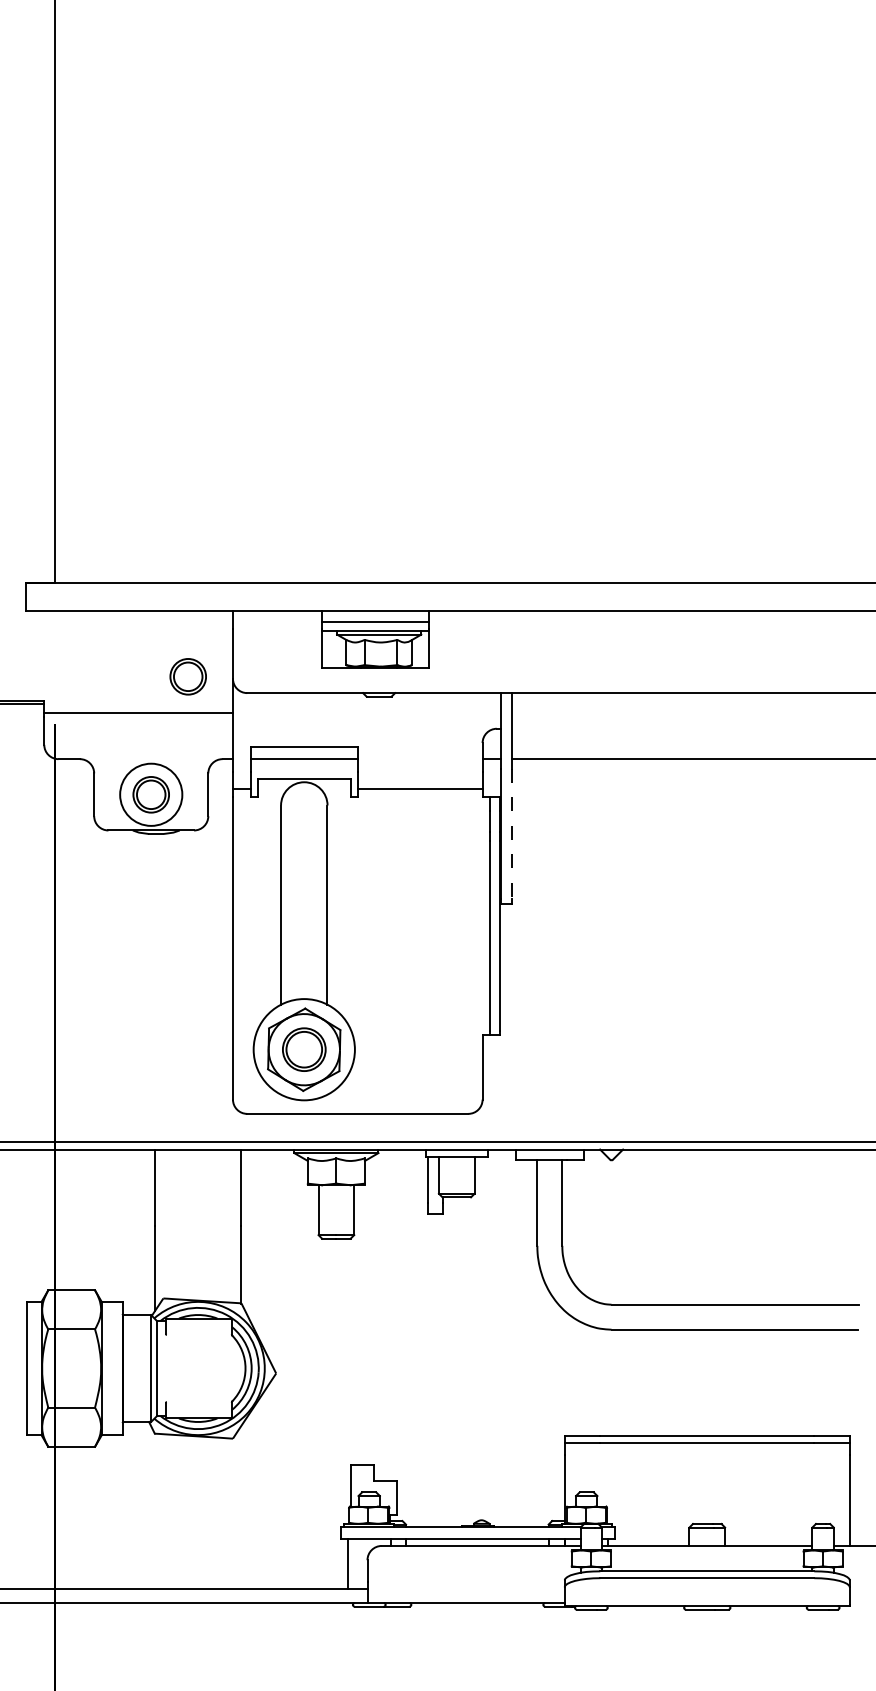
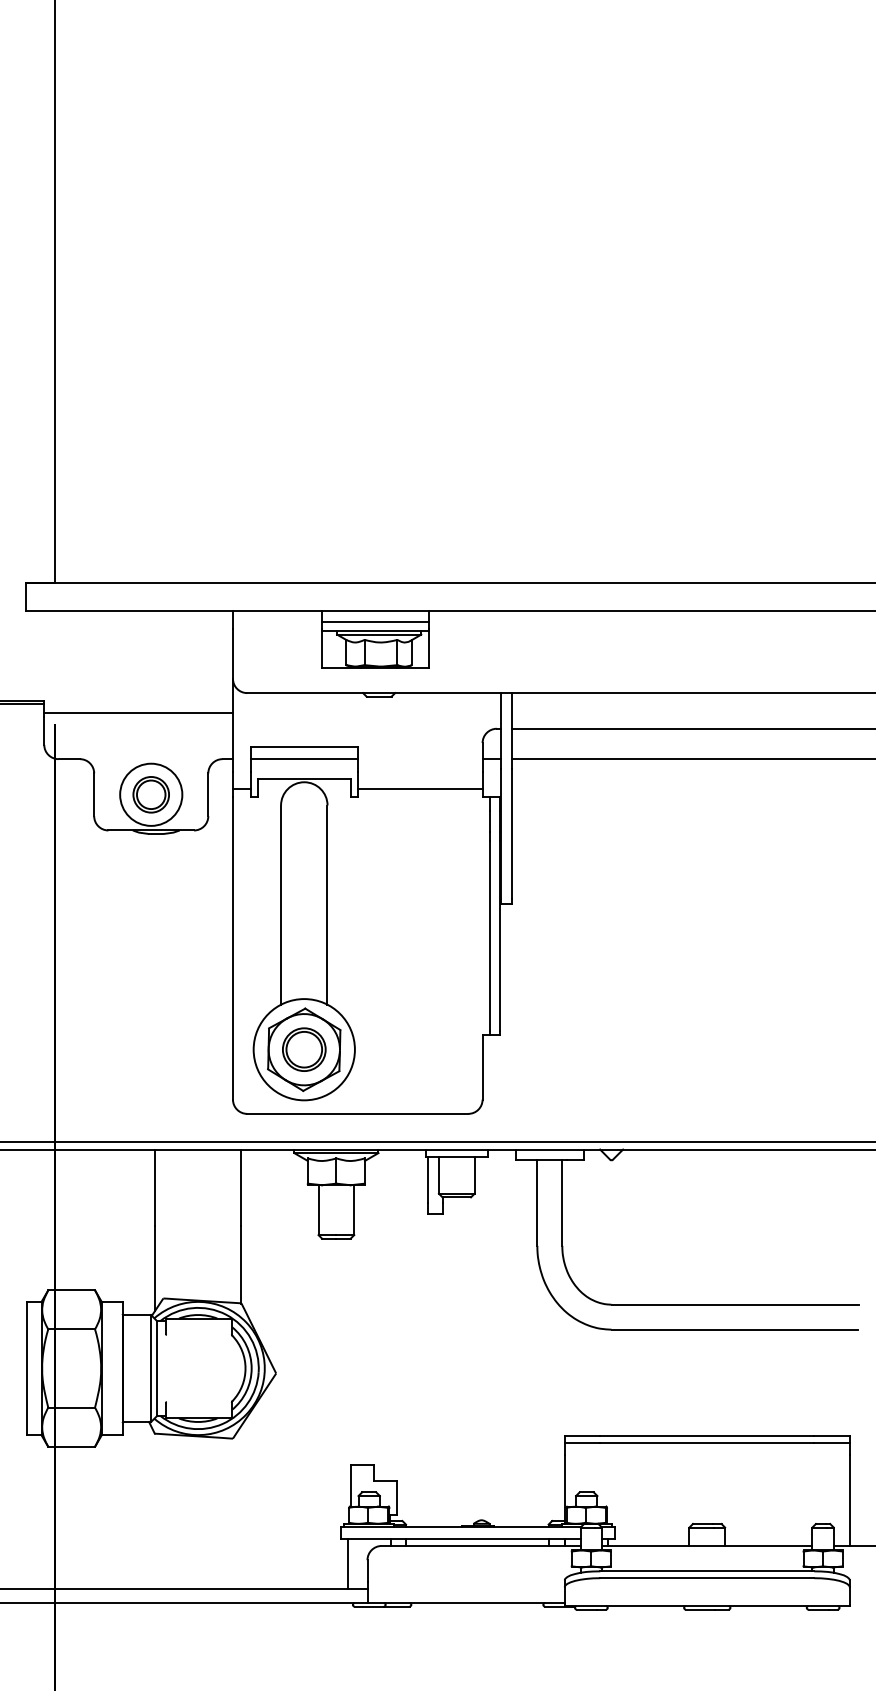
part at (187, 676): present -> none
line at (691, 728): none -> present
line at (511, 834): dashed -> solid
